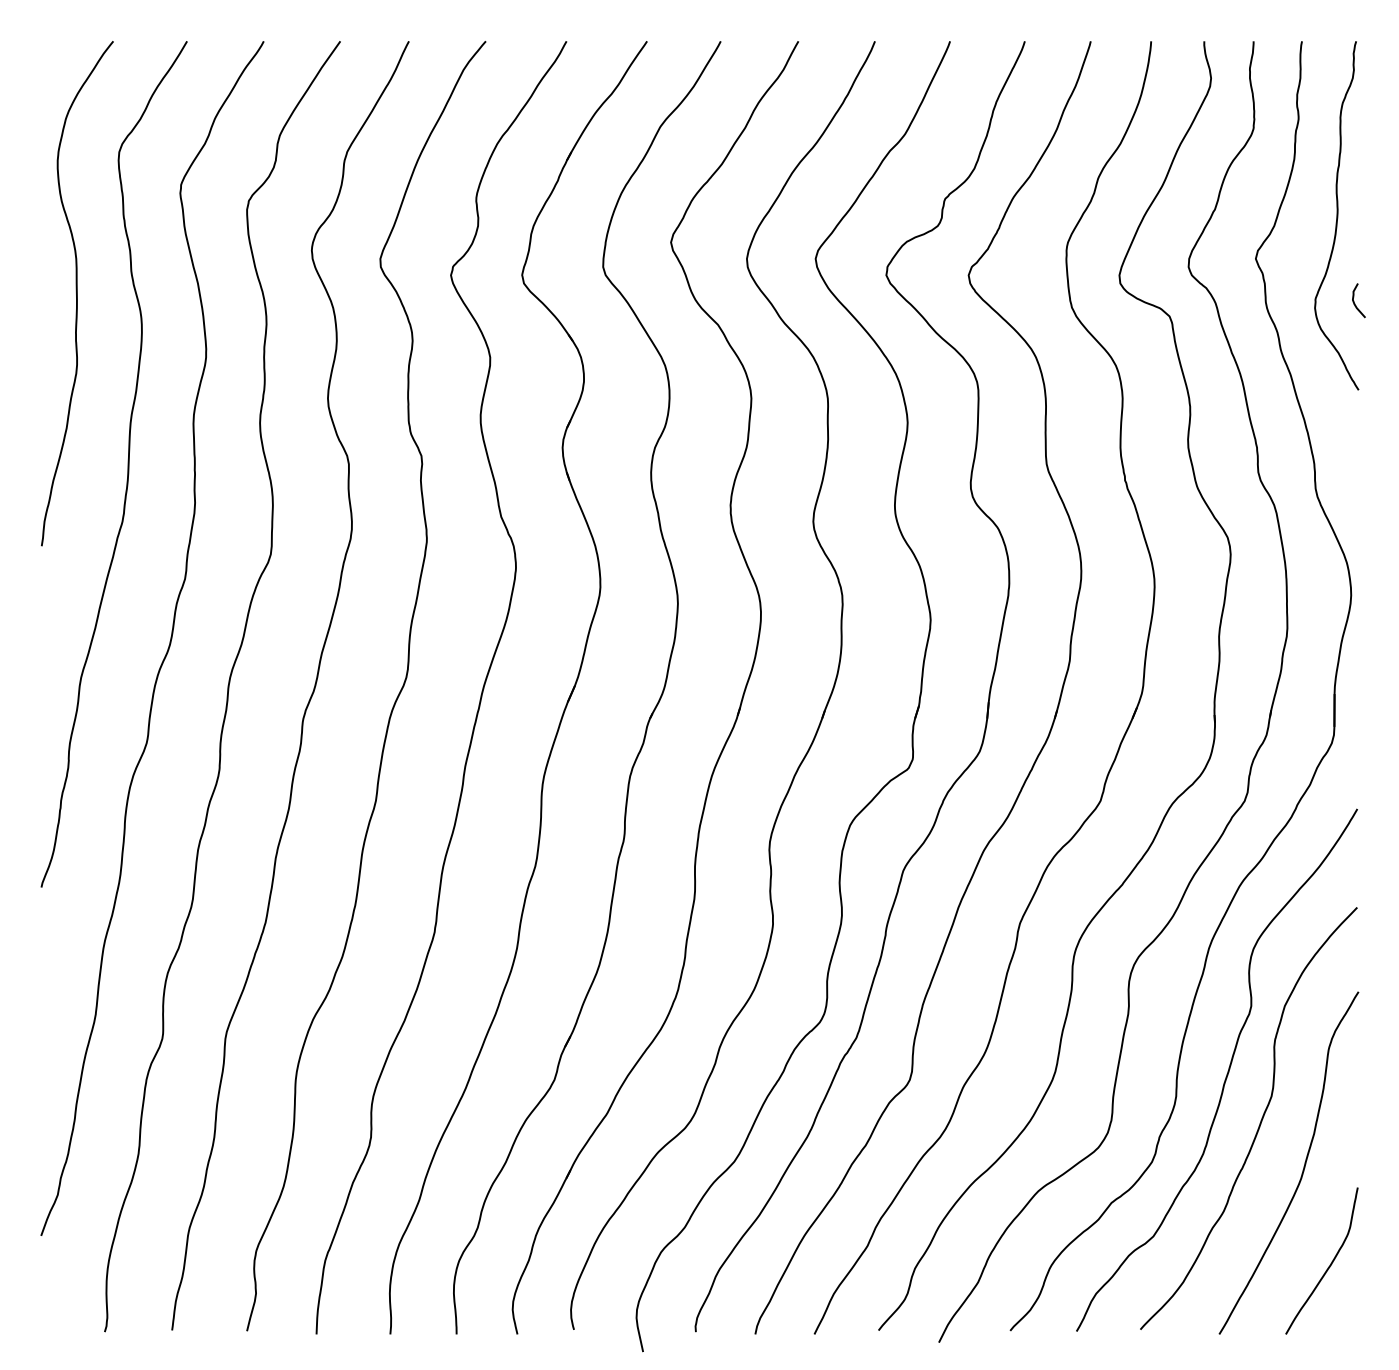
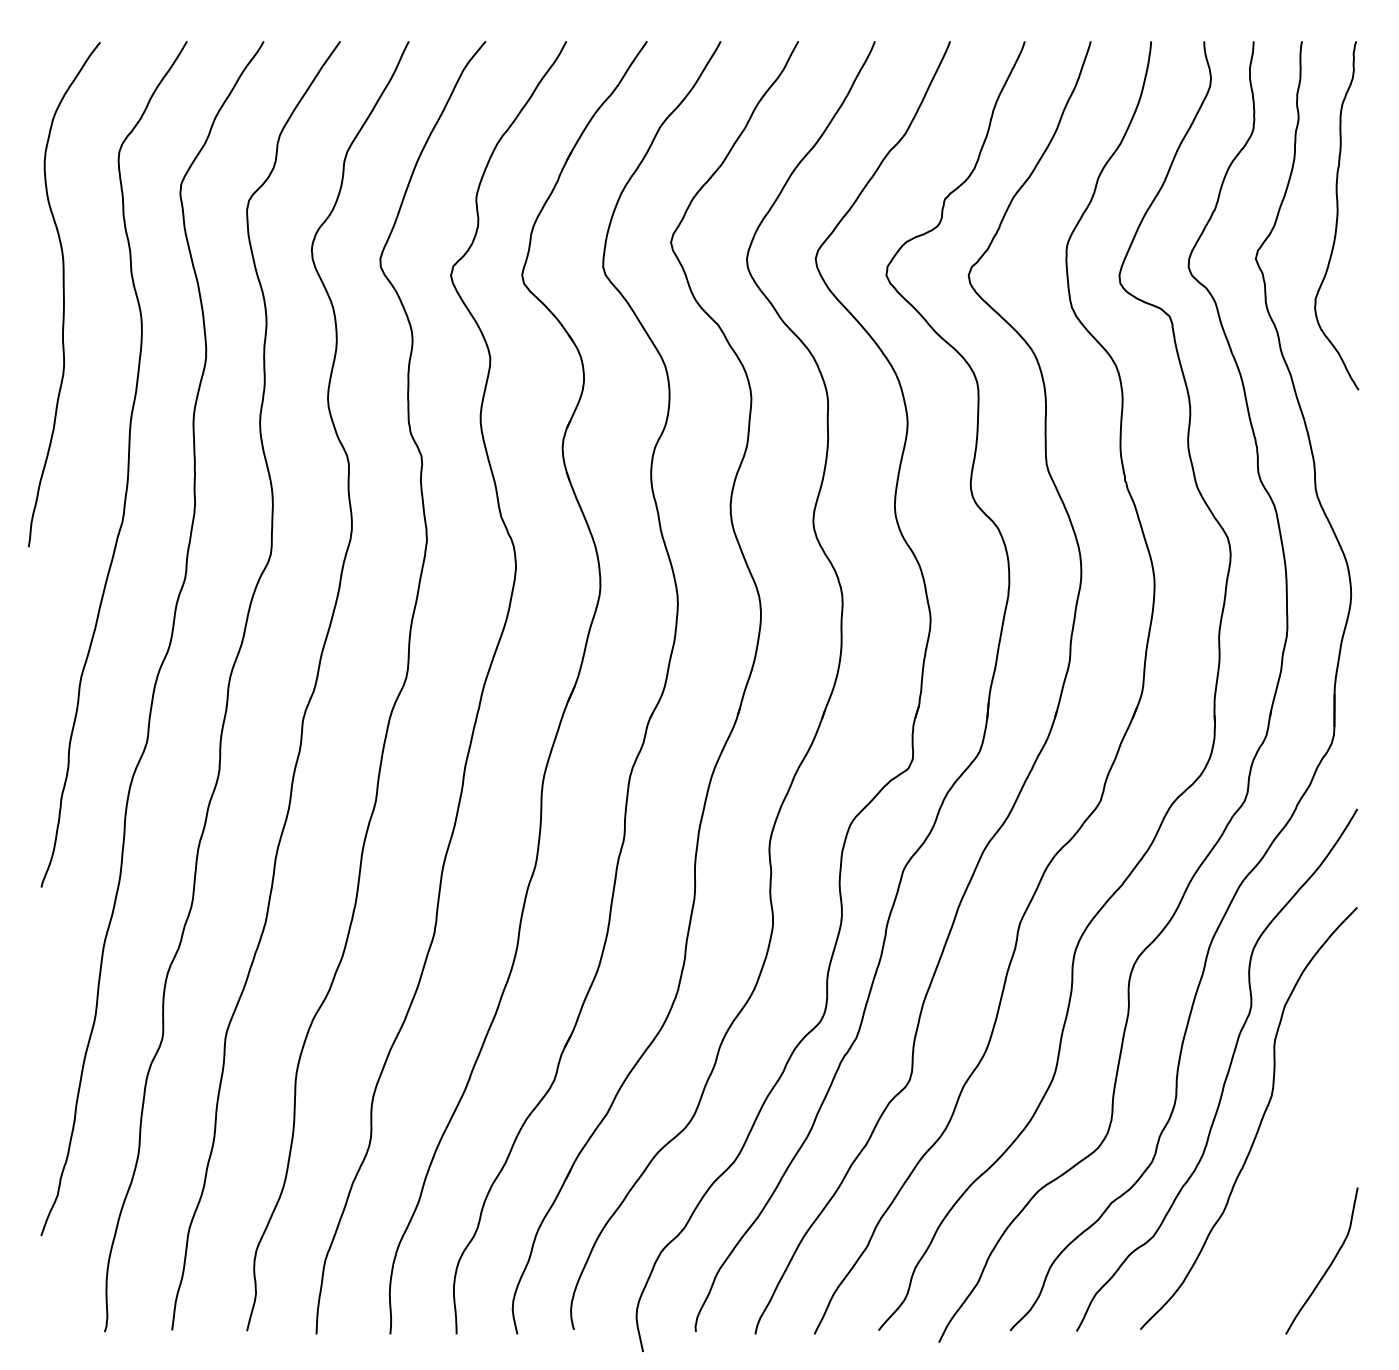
curve at (77, 293) position: (77, 293) -> (64, 294)
curve at (1354, 301): present -> none
curve at (1303, 1166): present -> none
